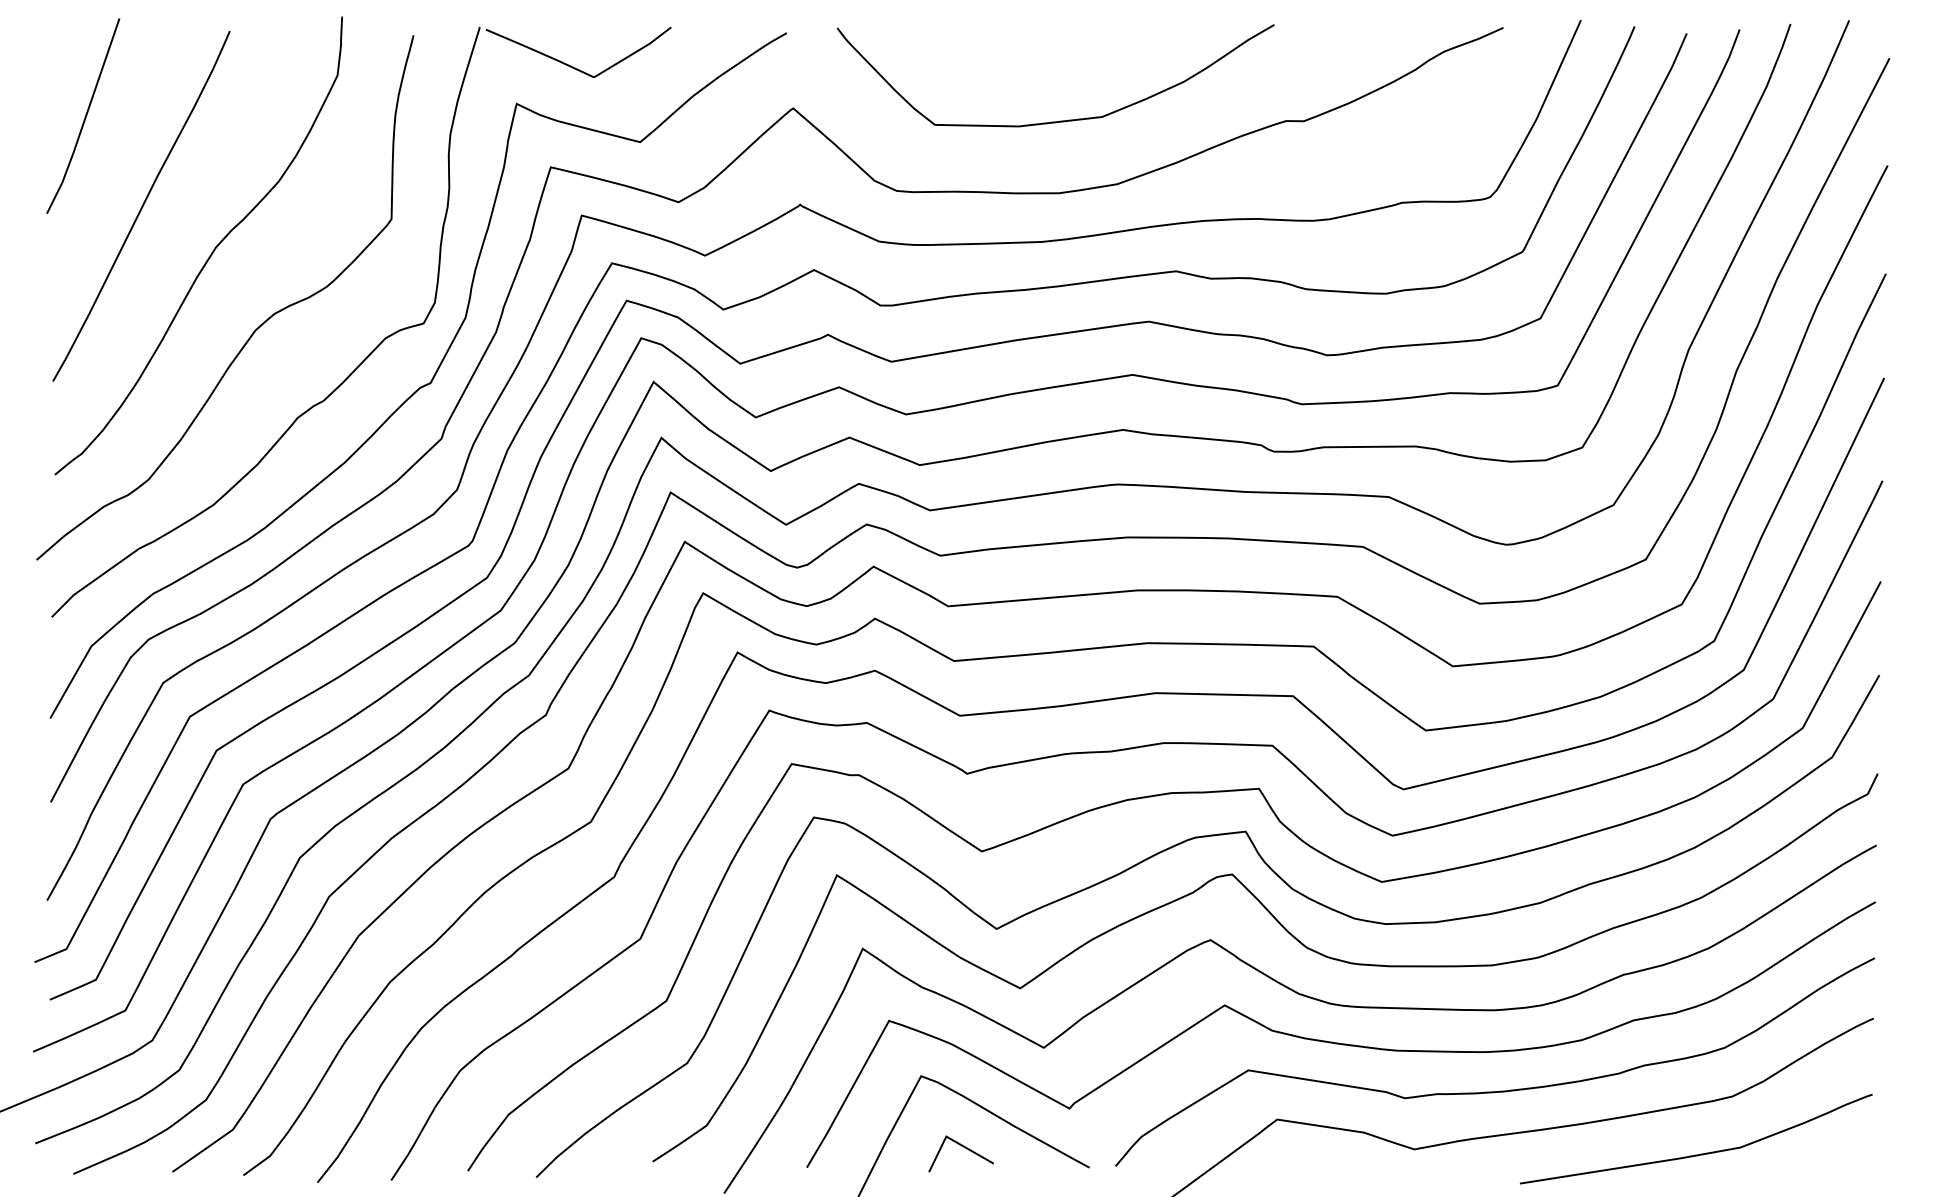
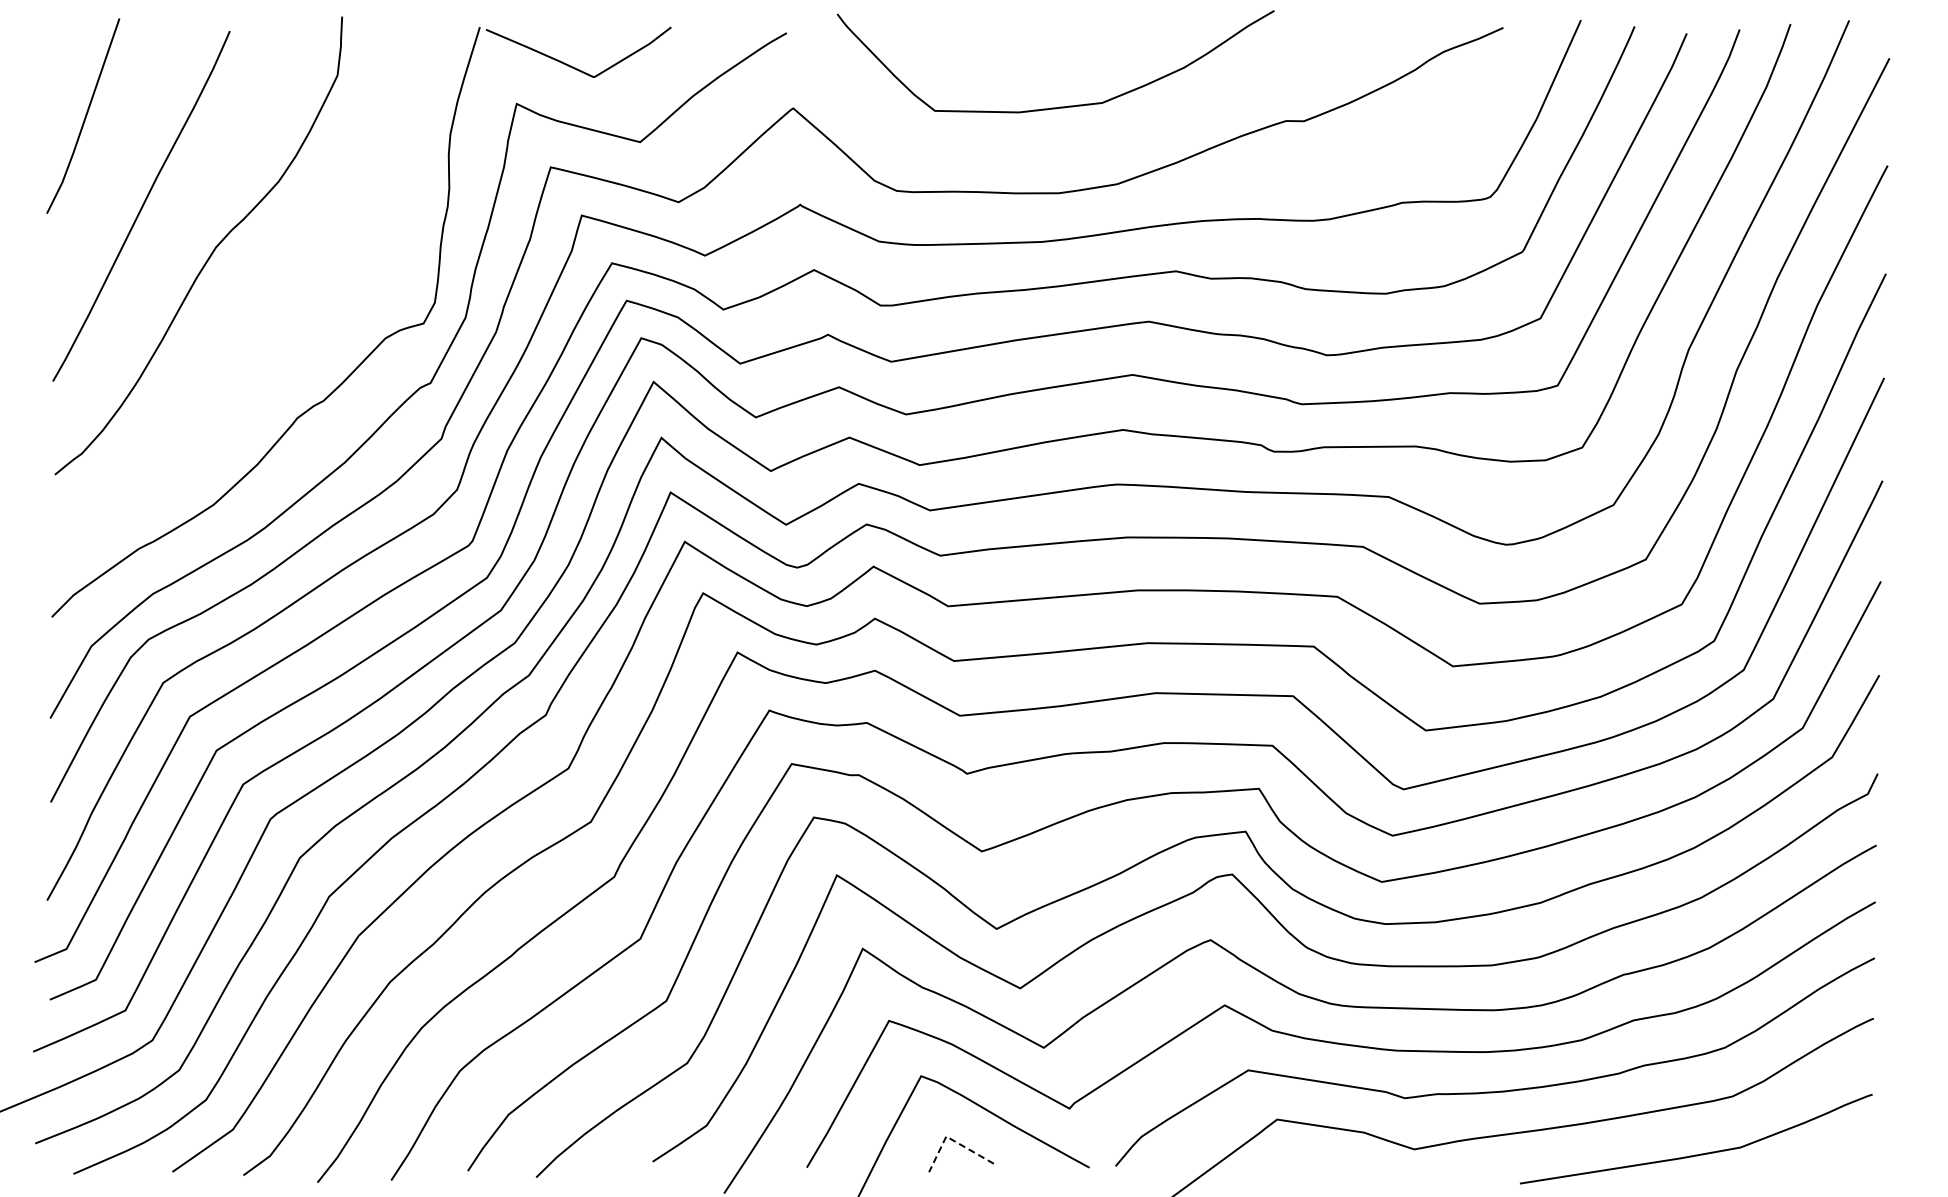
curve at (1059, 120) position: (1059, 120) -> (1059, 106)
curve at (256, 328): present -> none
line at (953, 1140): solid -> dashed
